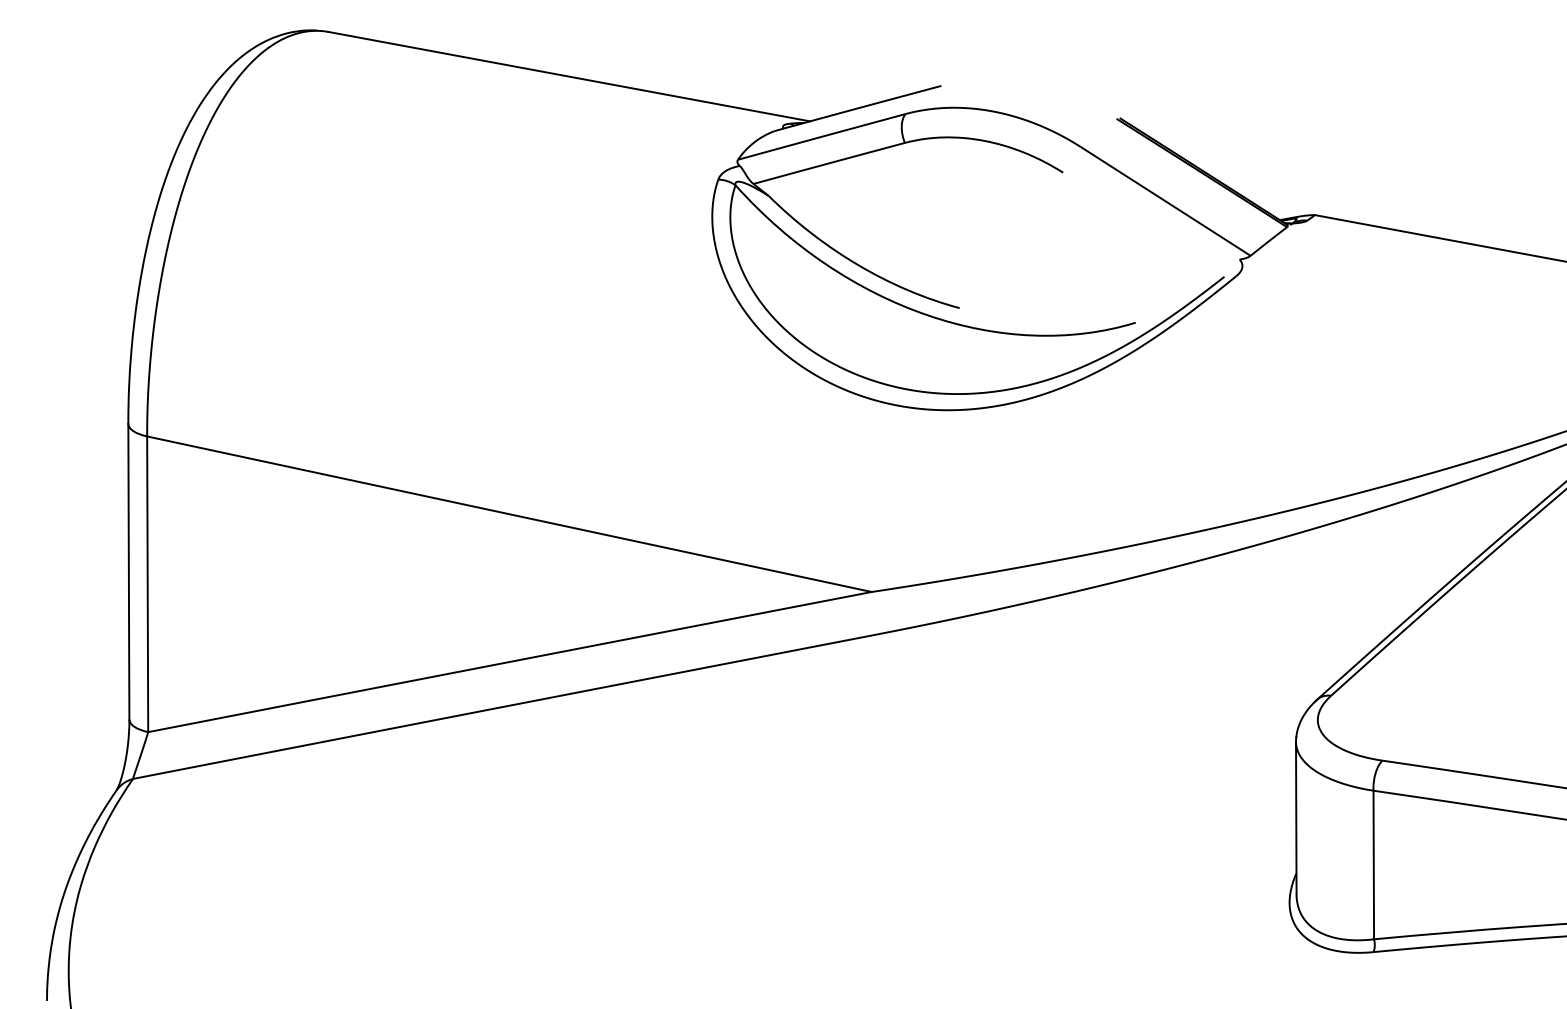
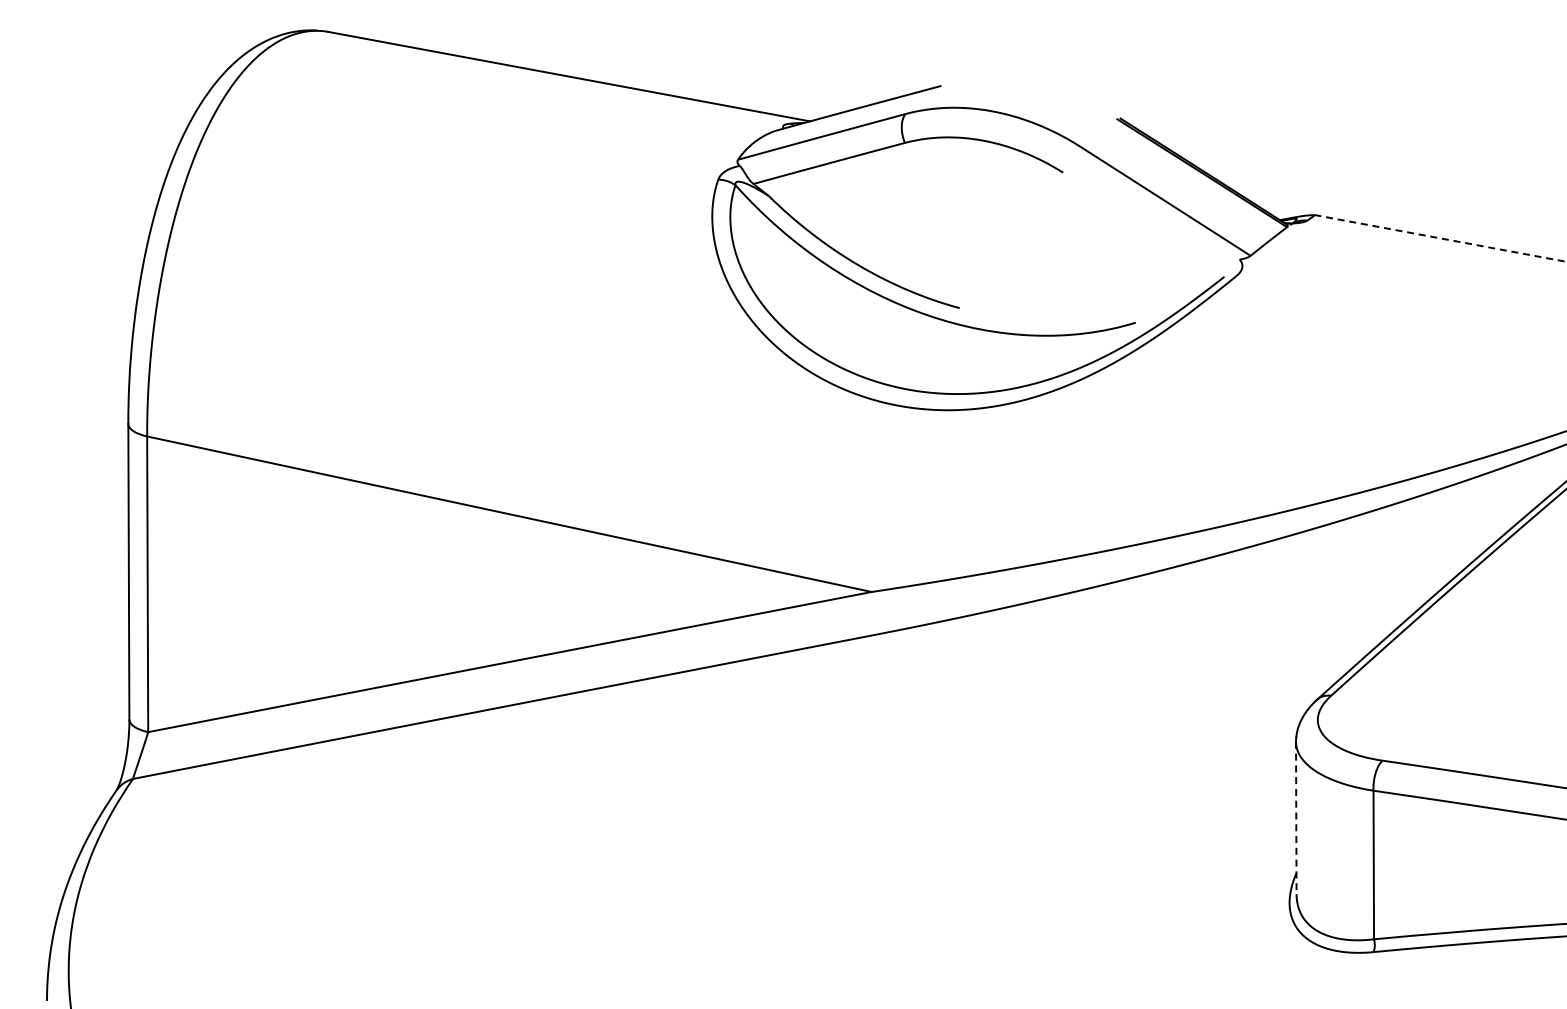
line at (1440, 238): solid -> dashed
line at (1296, 818): solid -> dashed
